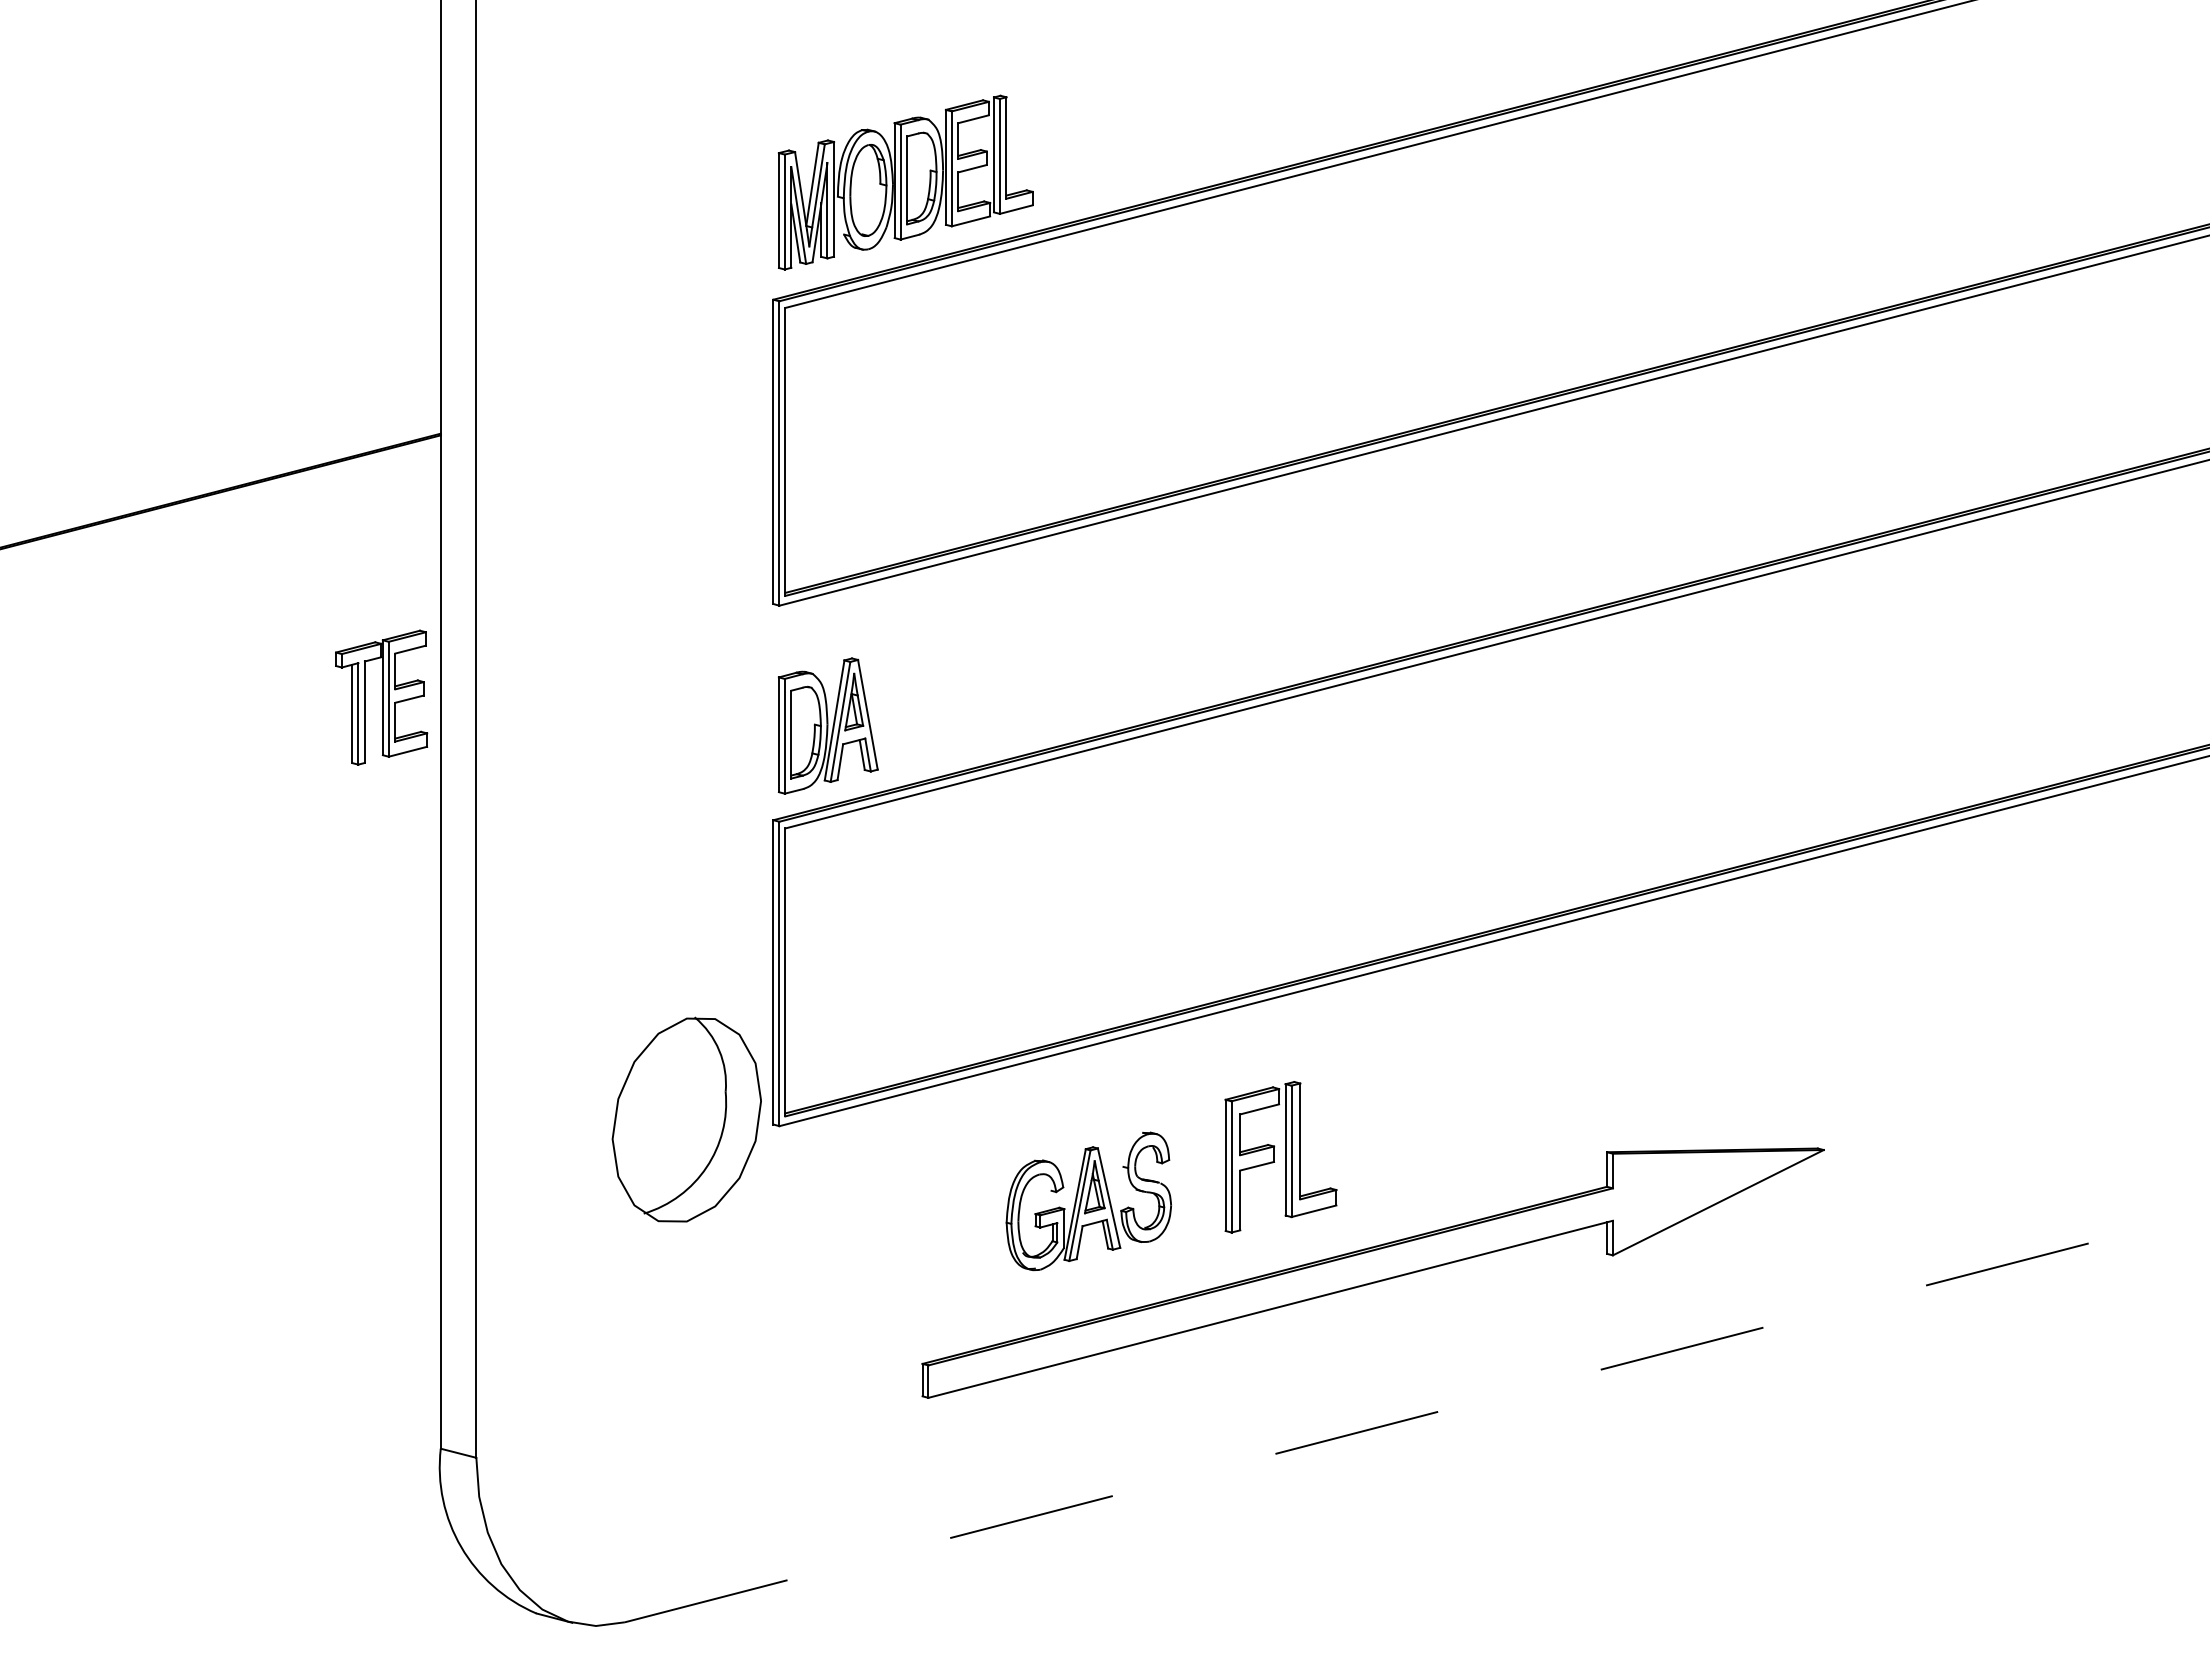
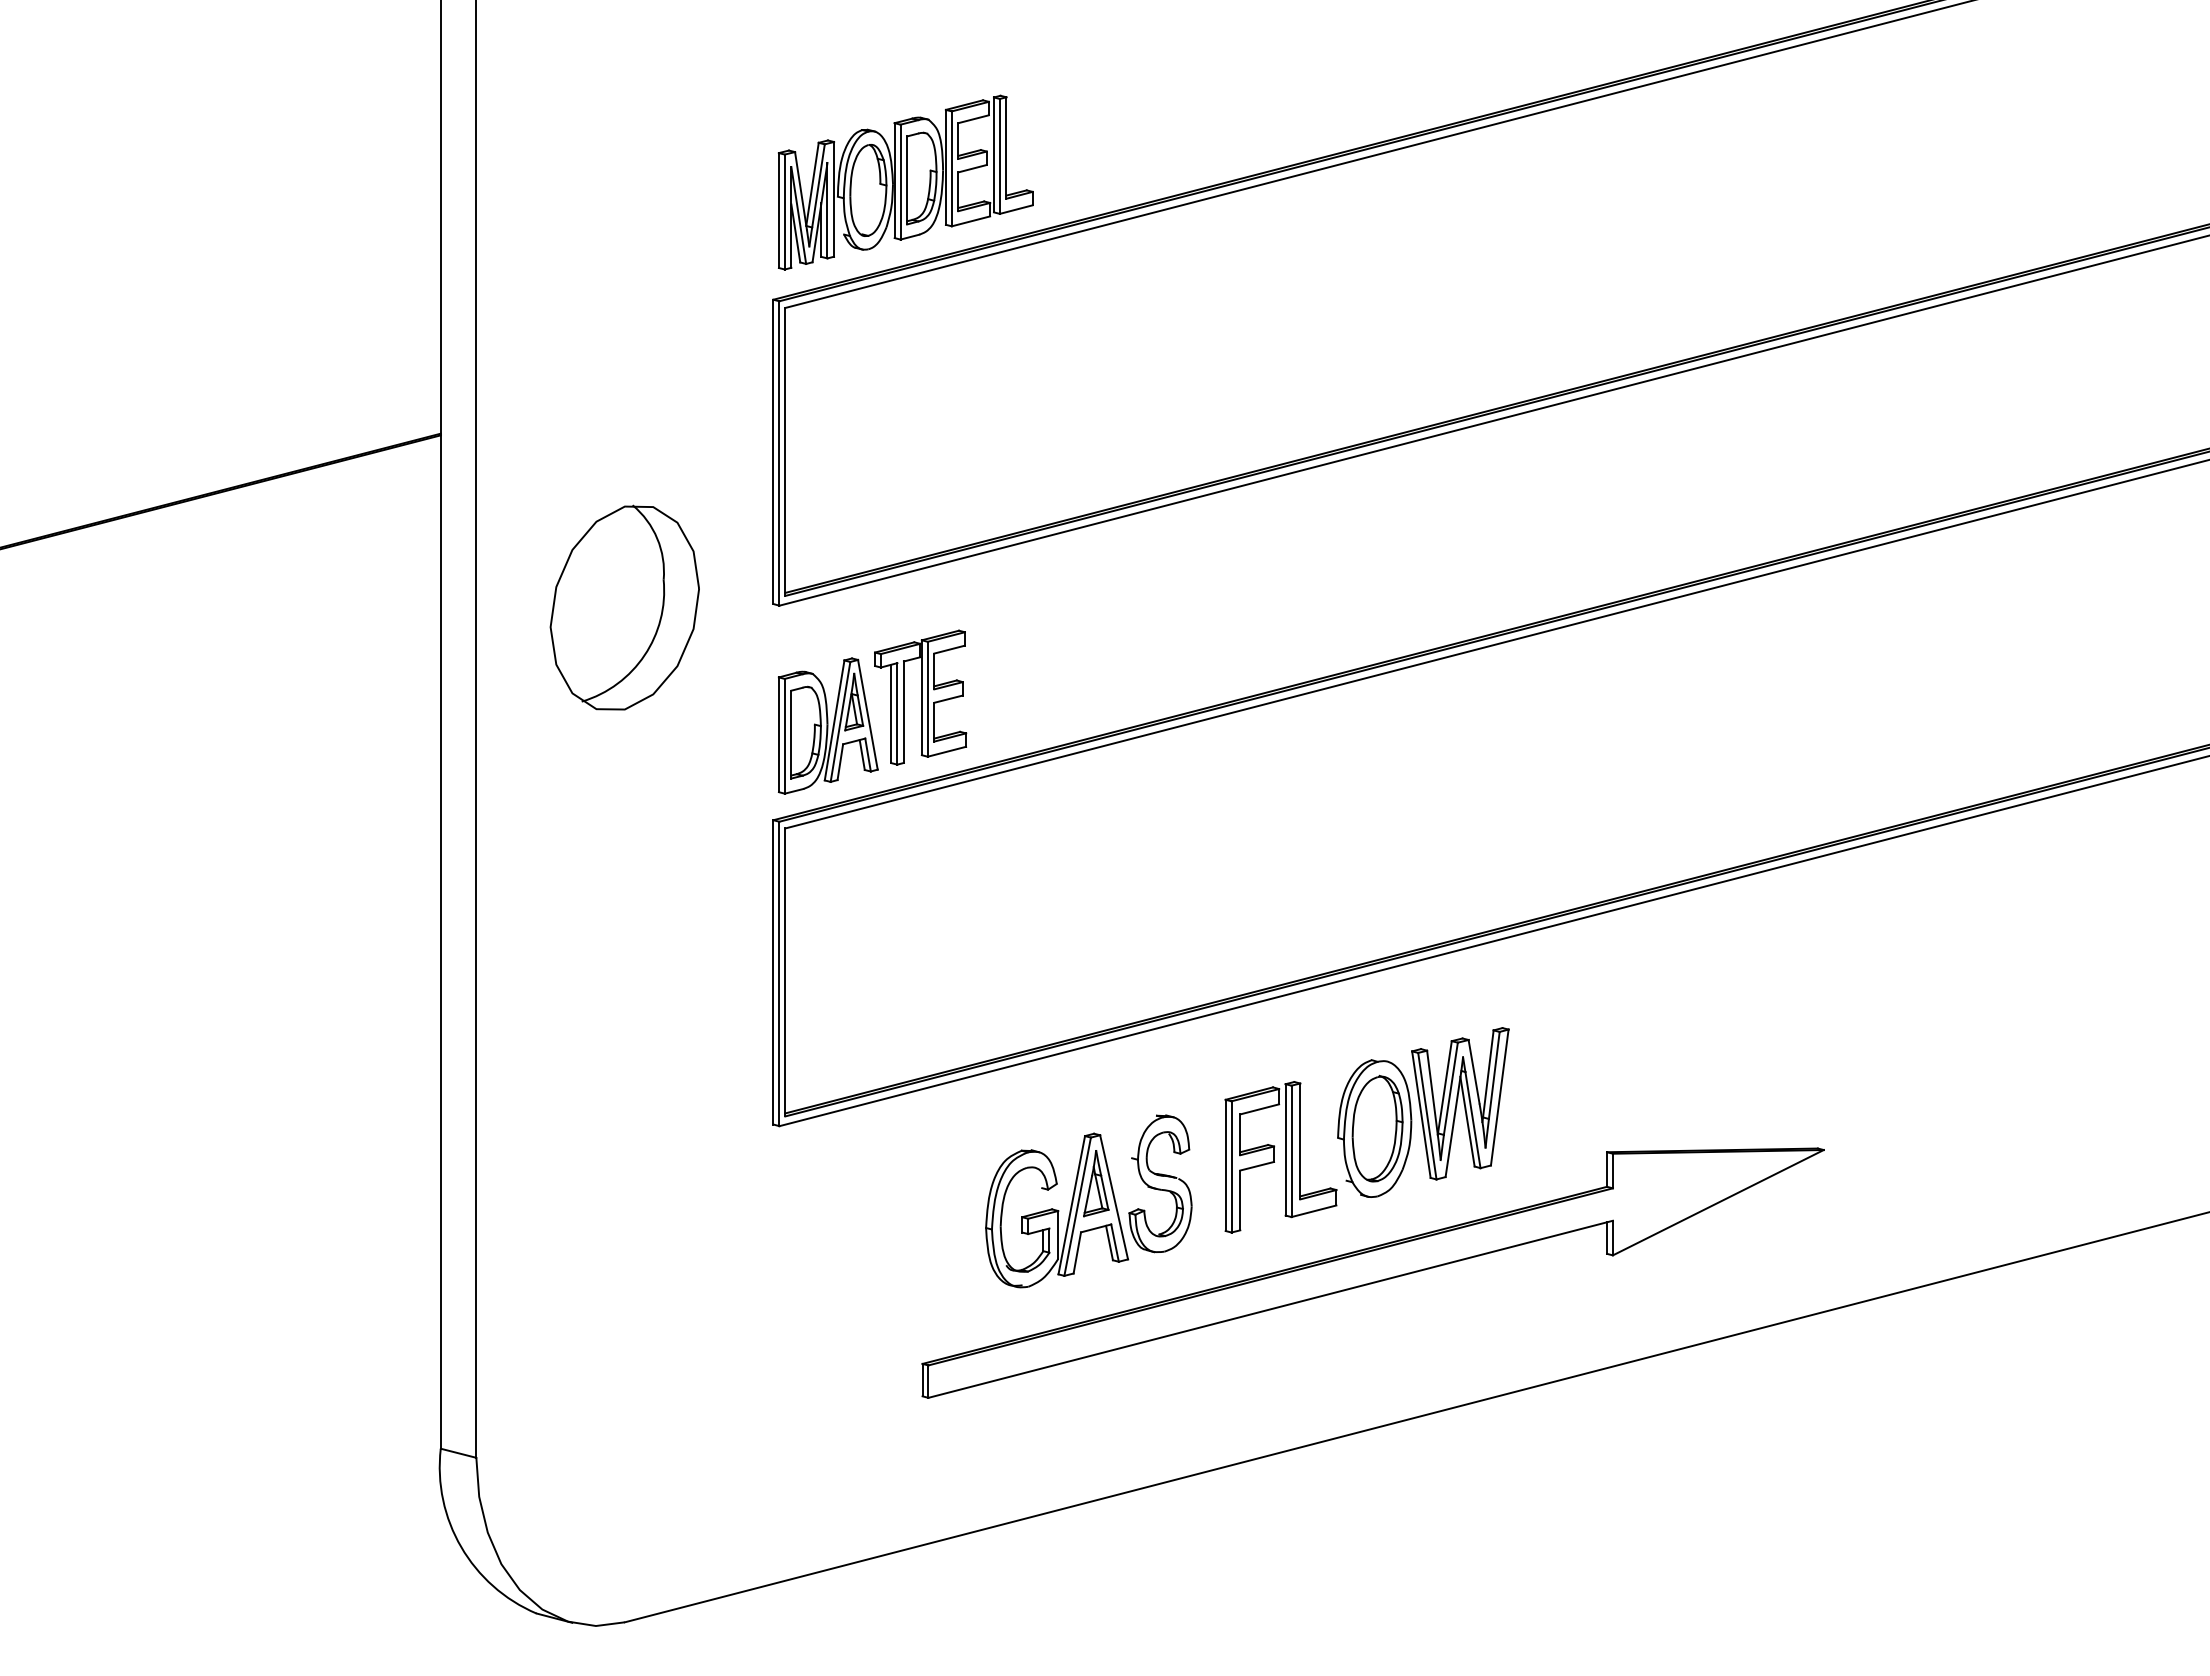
part at (381, 697) position: (381, 697) -> (920, 697)
part at (1423, 1112): none -> present
part at (686, 1119) position: (686, 1119) -> (624, 607)
part at (1088, 1201) size: 167x141 px -> 208x175 px
line at (1417, 1417): dashed -> solid
